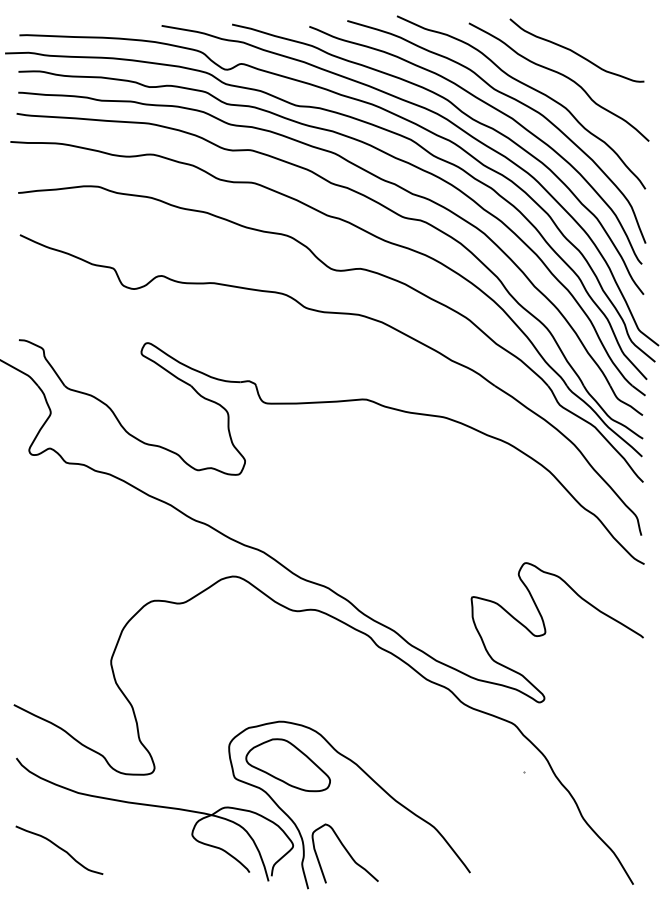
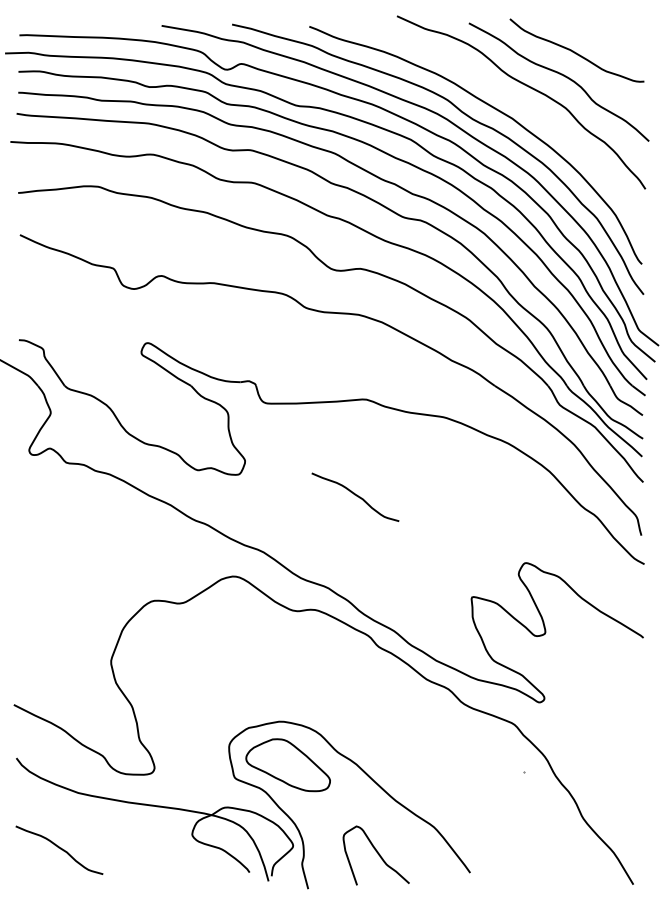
curve at (512, 99): present -> none
curve at (355, 495): none -> present
curve at (346, 852) position: (346, 852) -> (377, 854)
